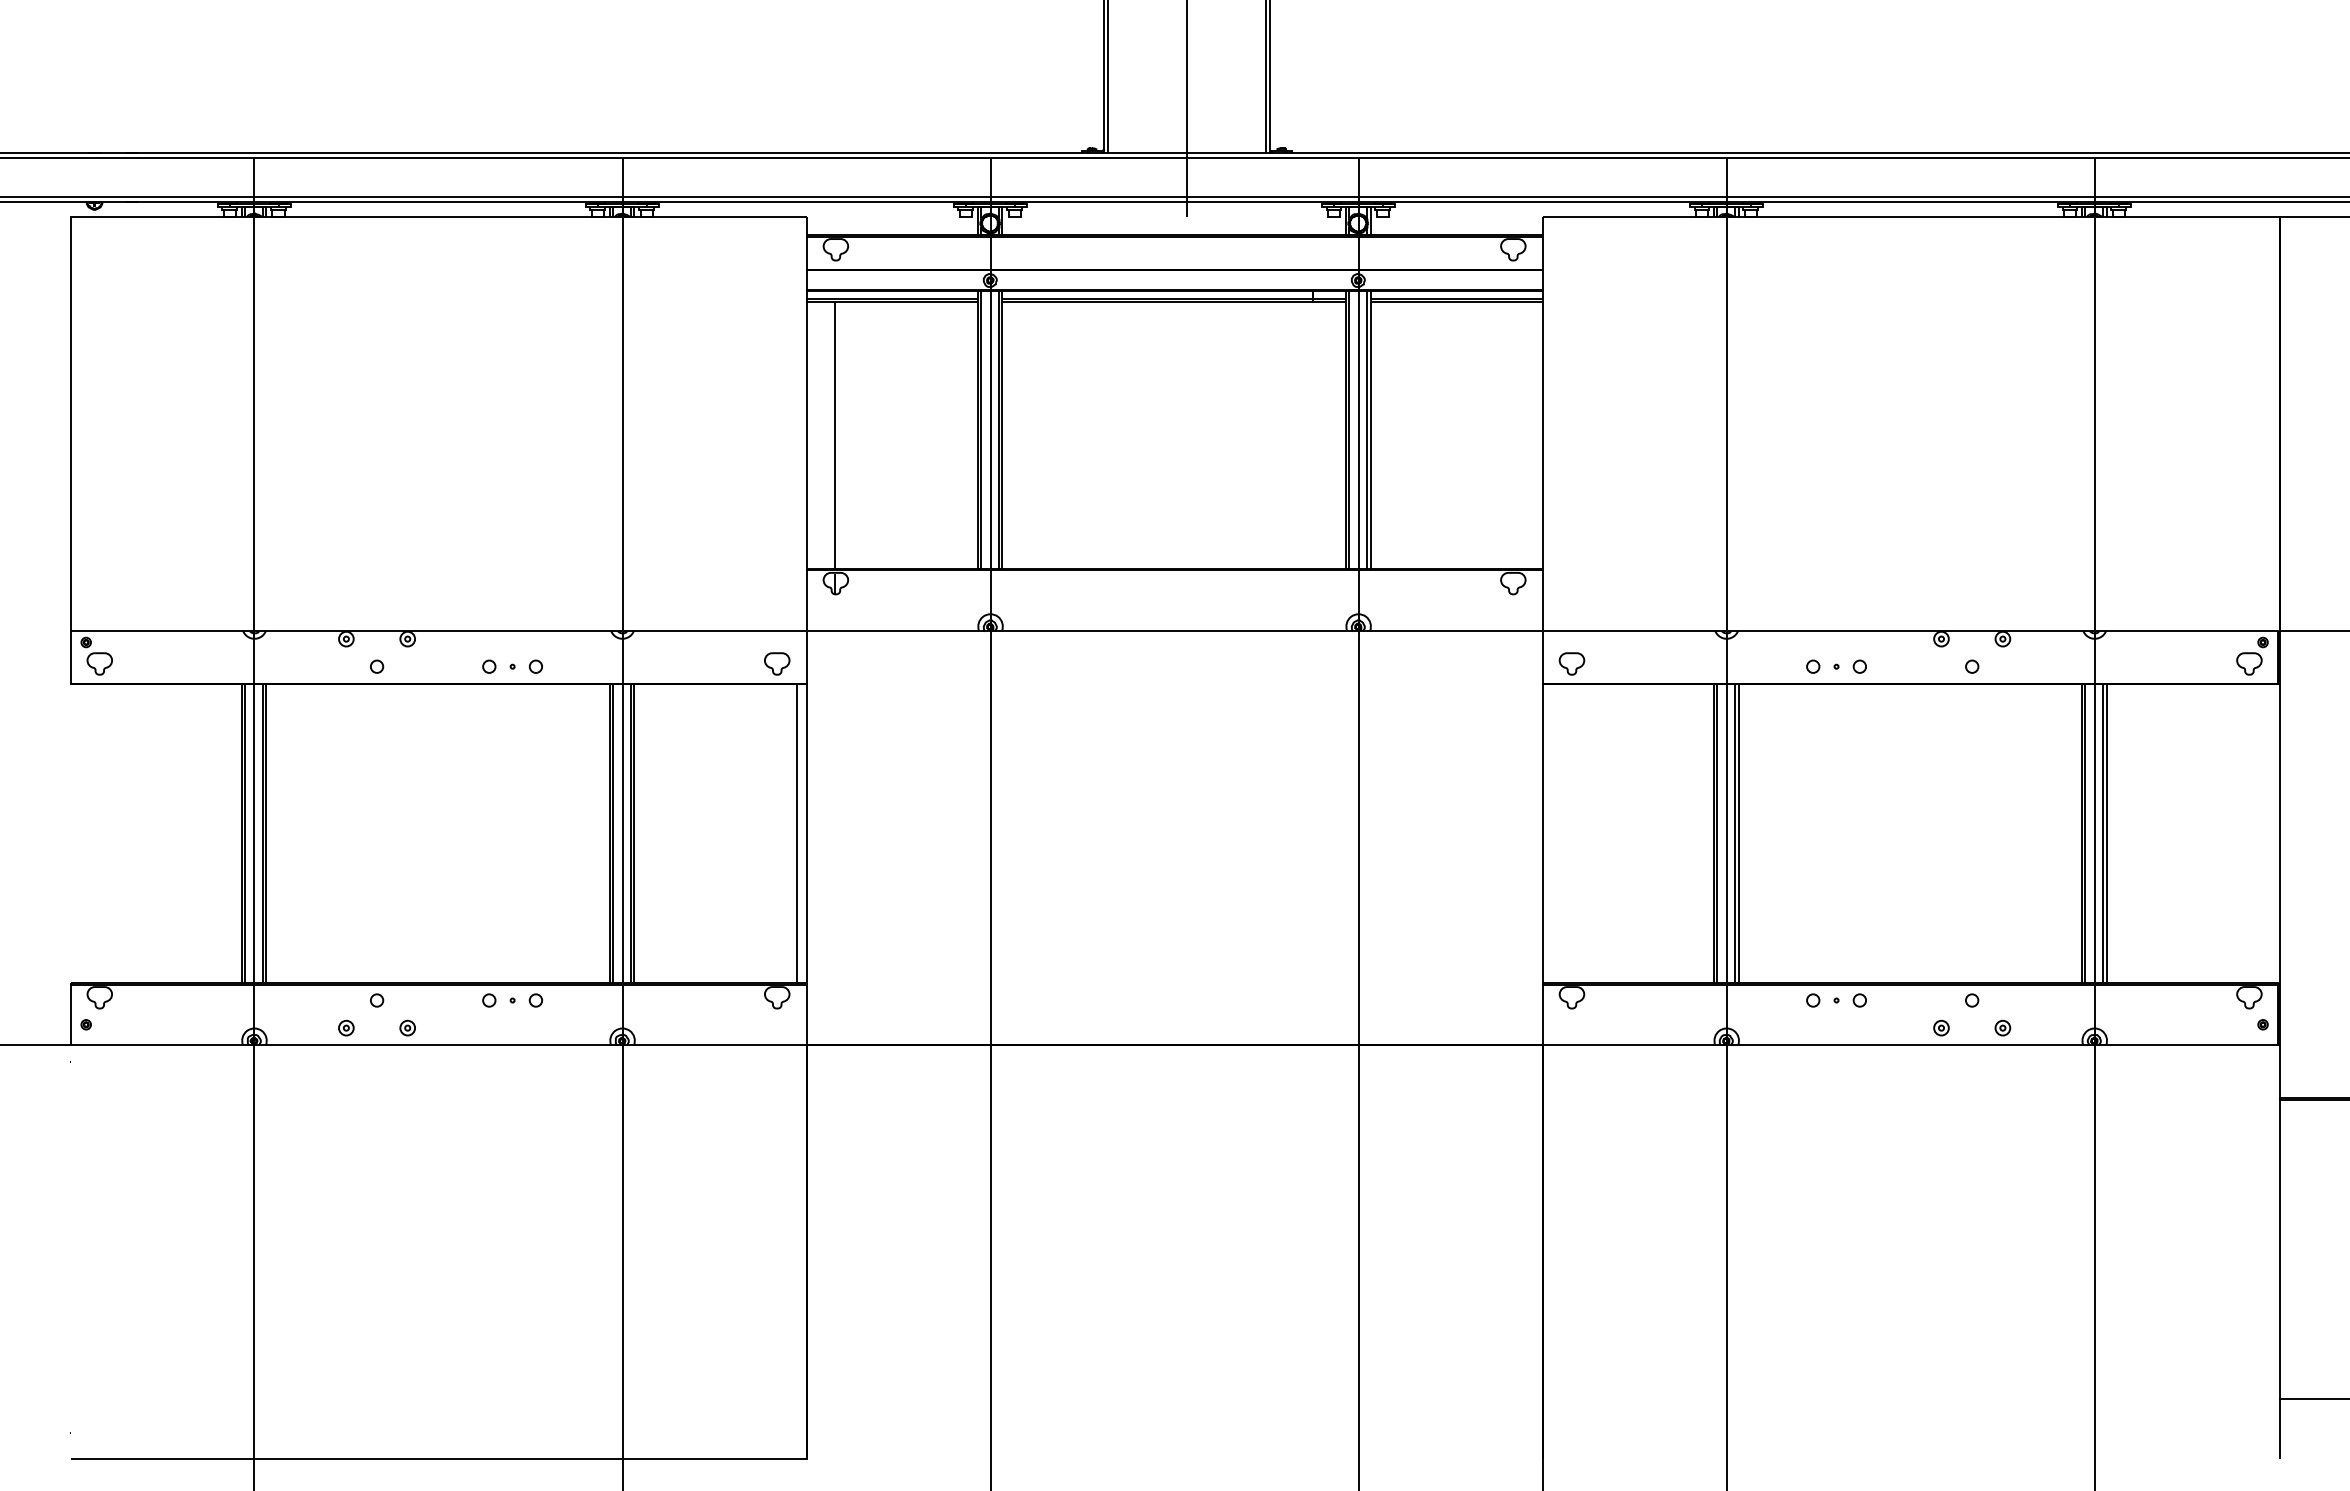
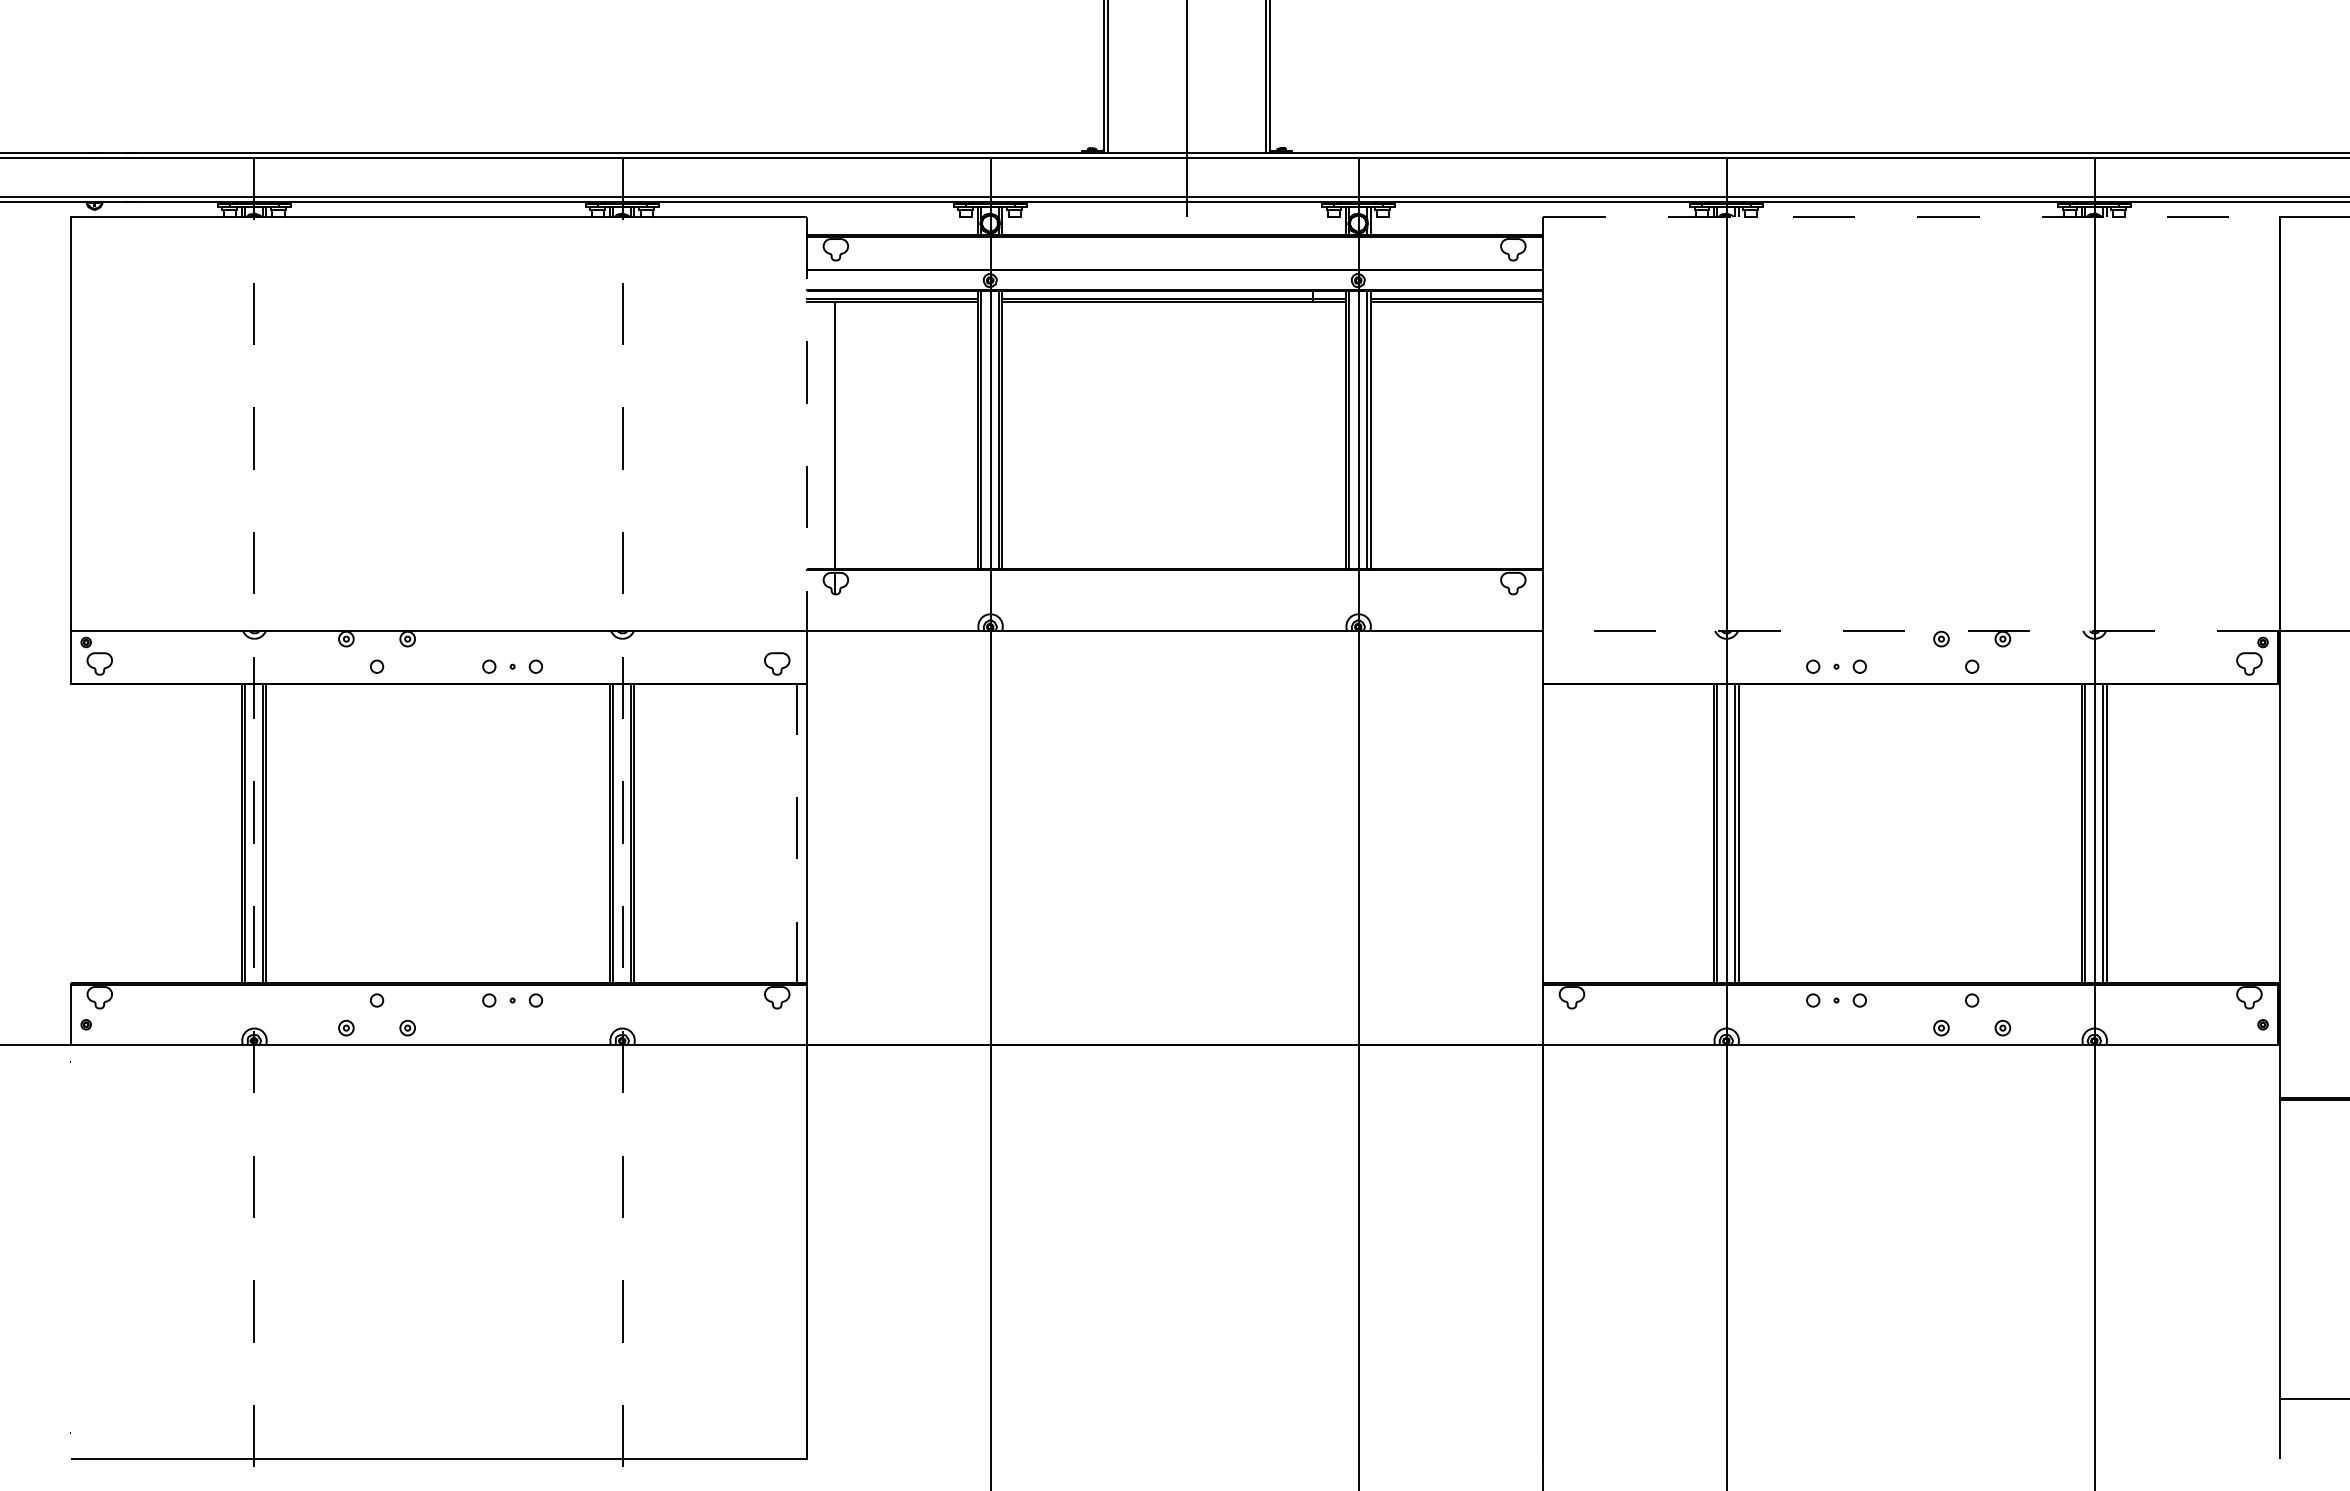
line at (1911, 216): solid -> dashed
line at (806, 424): solid -> dashed
line at (1910, 630): solid -> dashed
part at (1571, 663): present -> none
line at (254, 824): solid -> dashed
line at (622, 824): solid -> dashed
line at (796, 834): solid -> dashed
